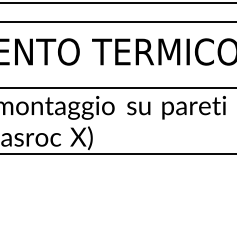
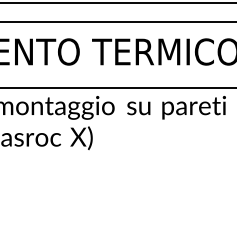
line at (117, 154): present -> none
